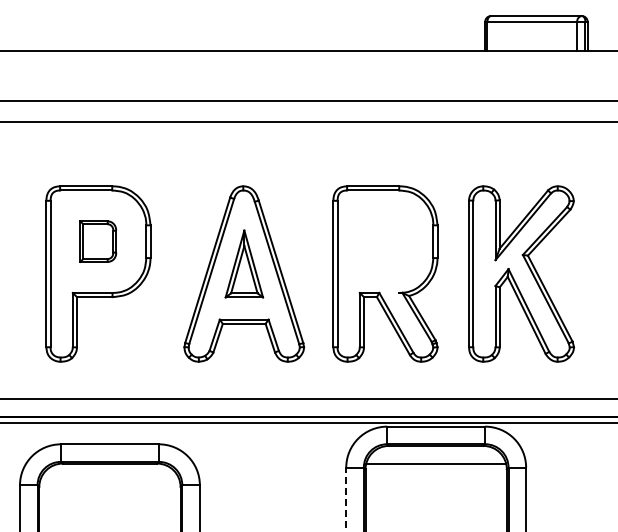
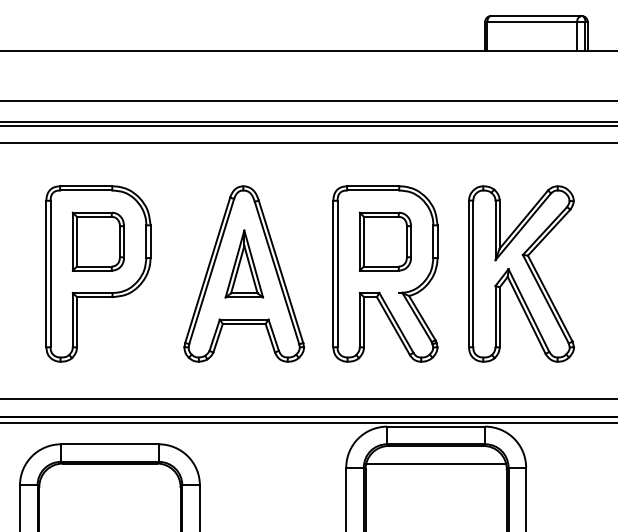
line at (308, 125): none -> present
line at (308, 143): none -> present
part at (98, 241) size: 39x43 px -> 54x61 px
part at (384, 241): none -> present
line at (346, 499): dashed -> solid
